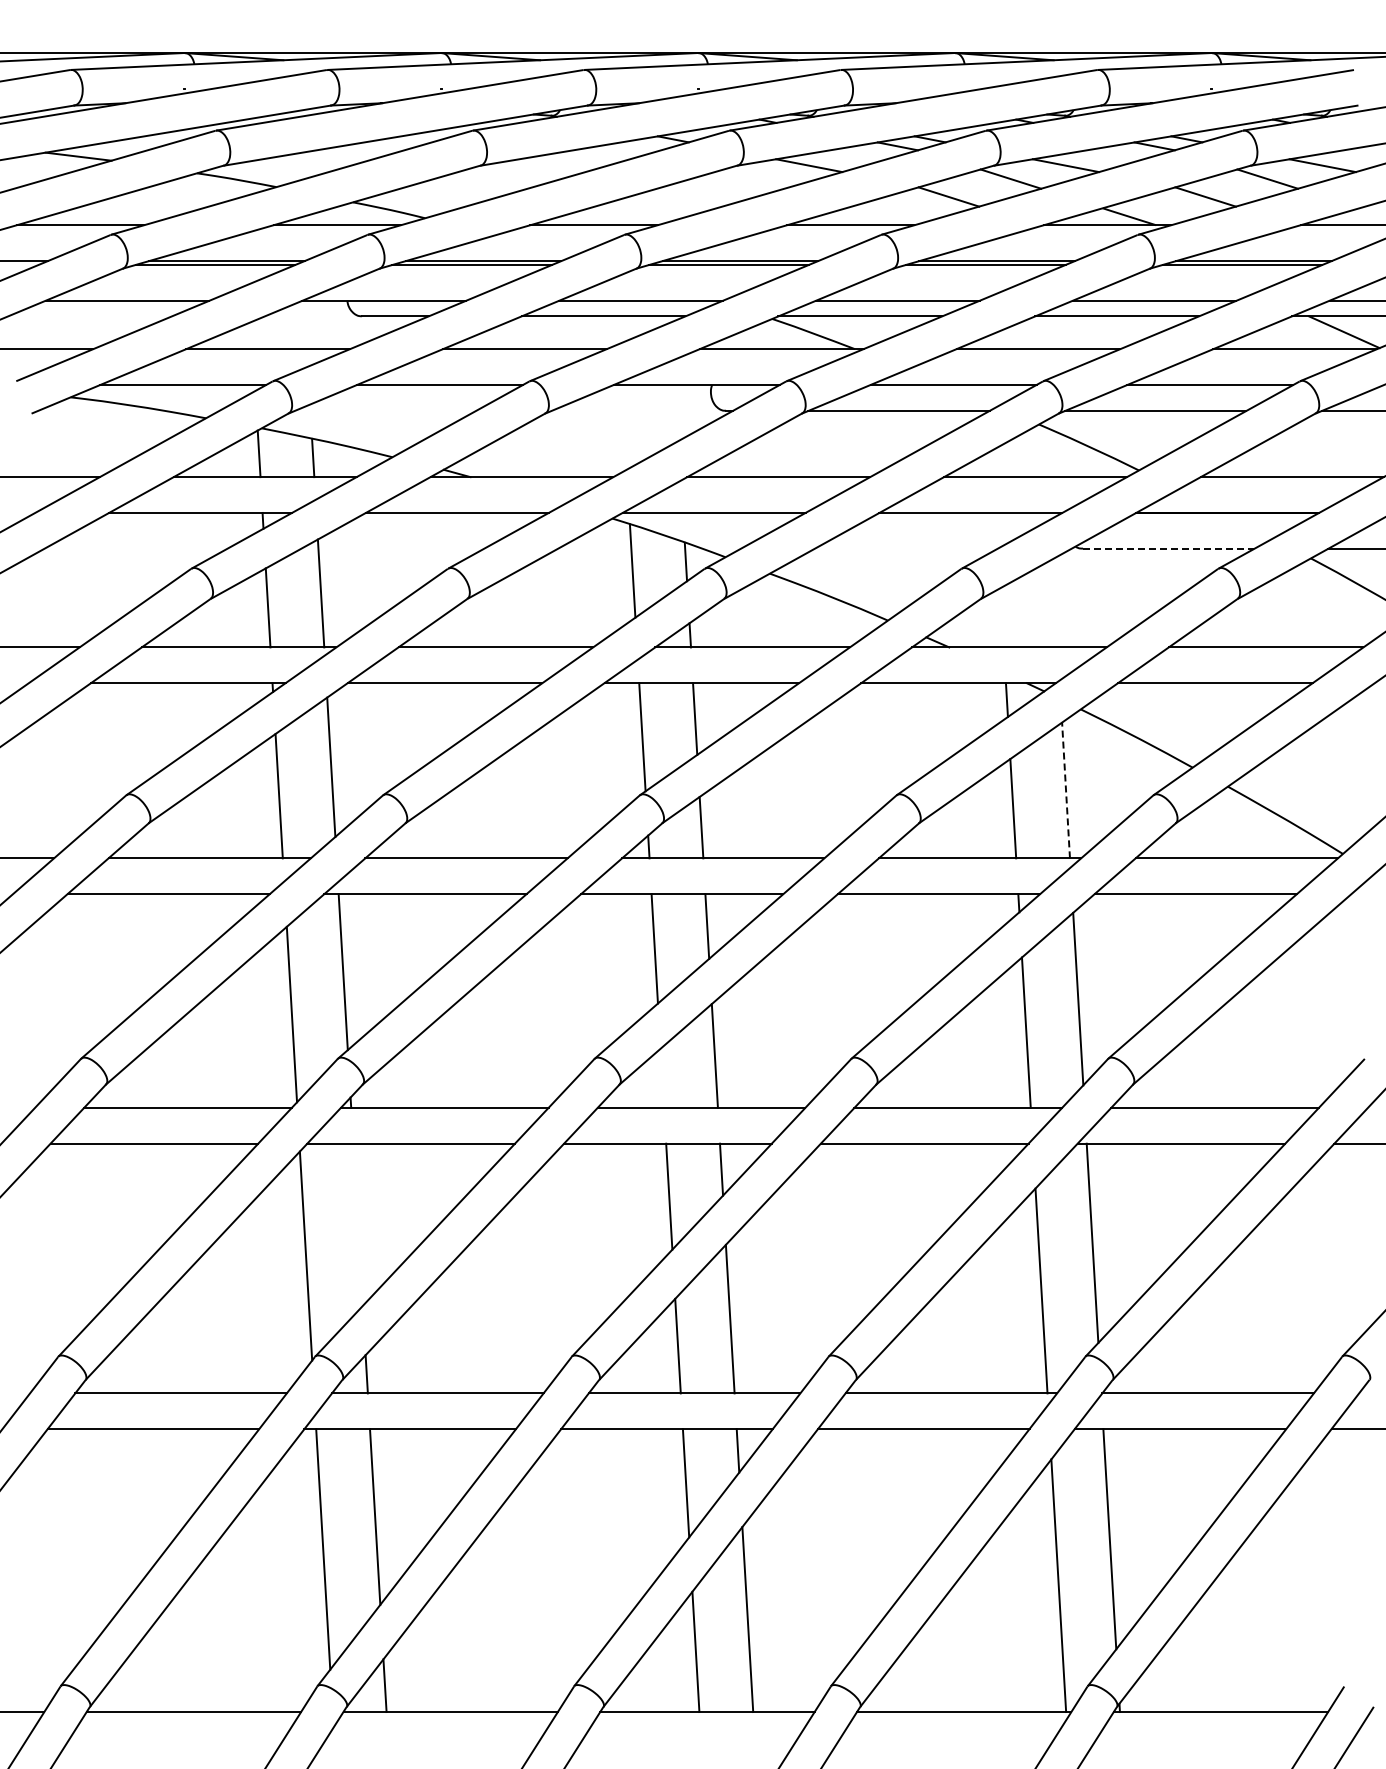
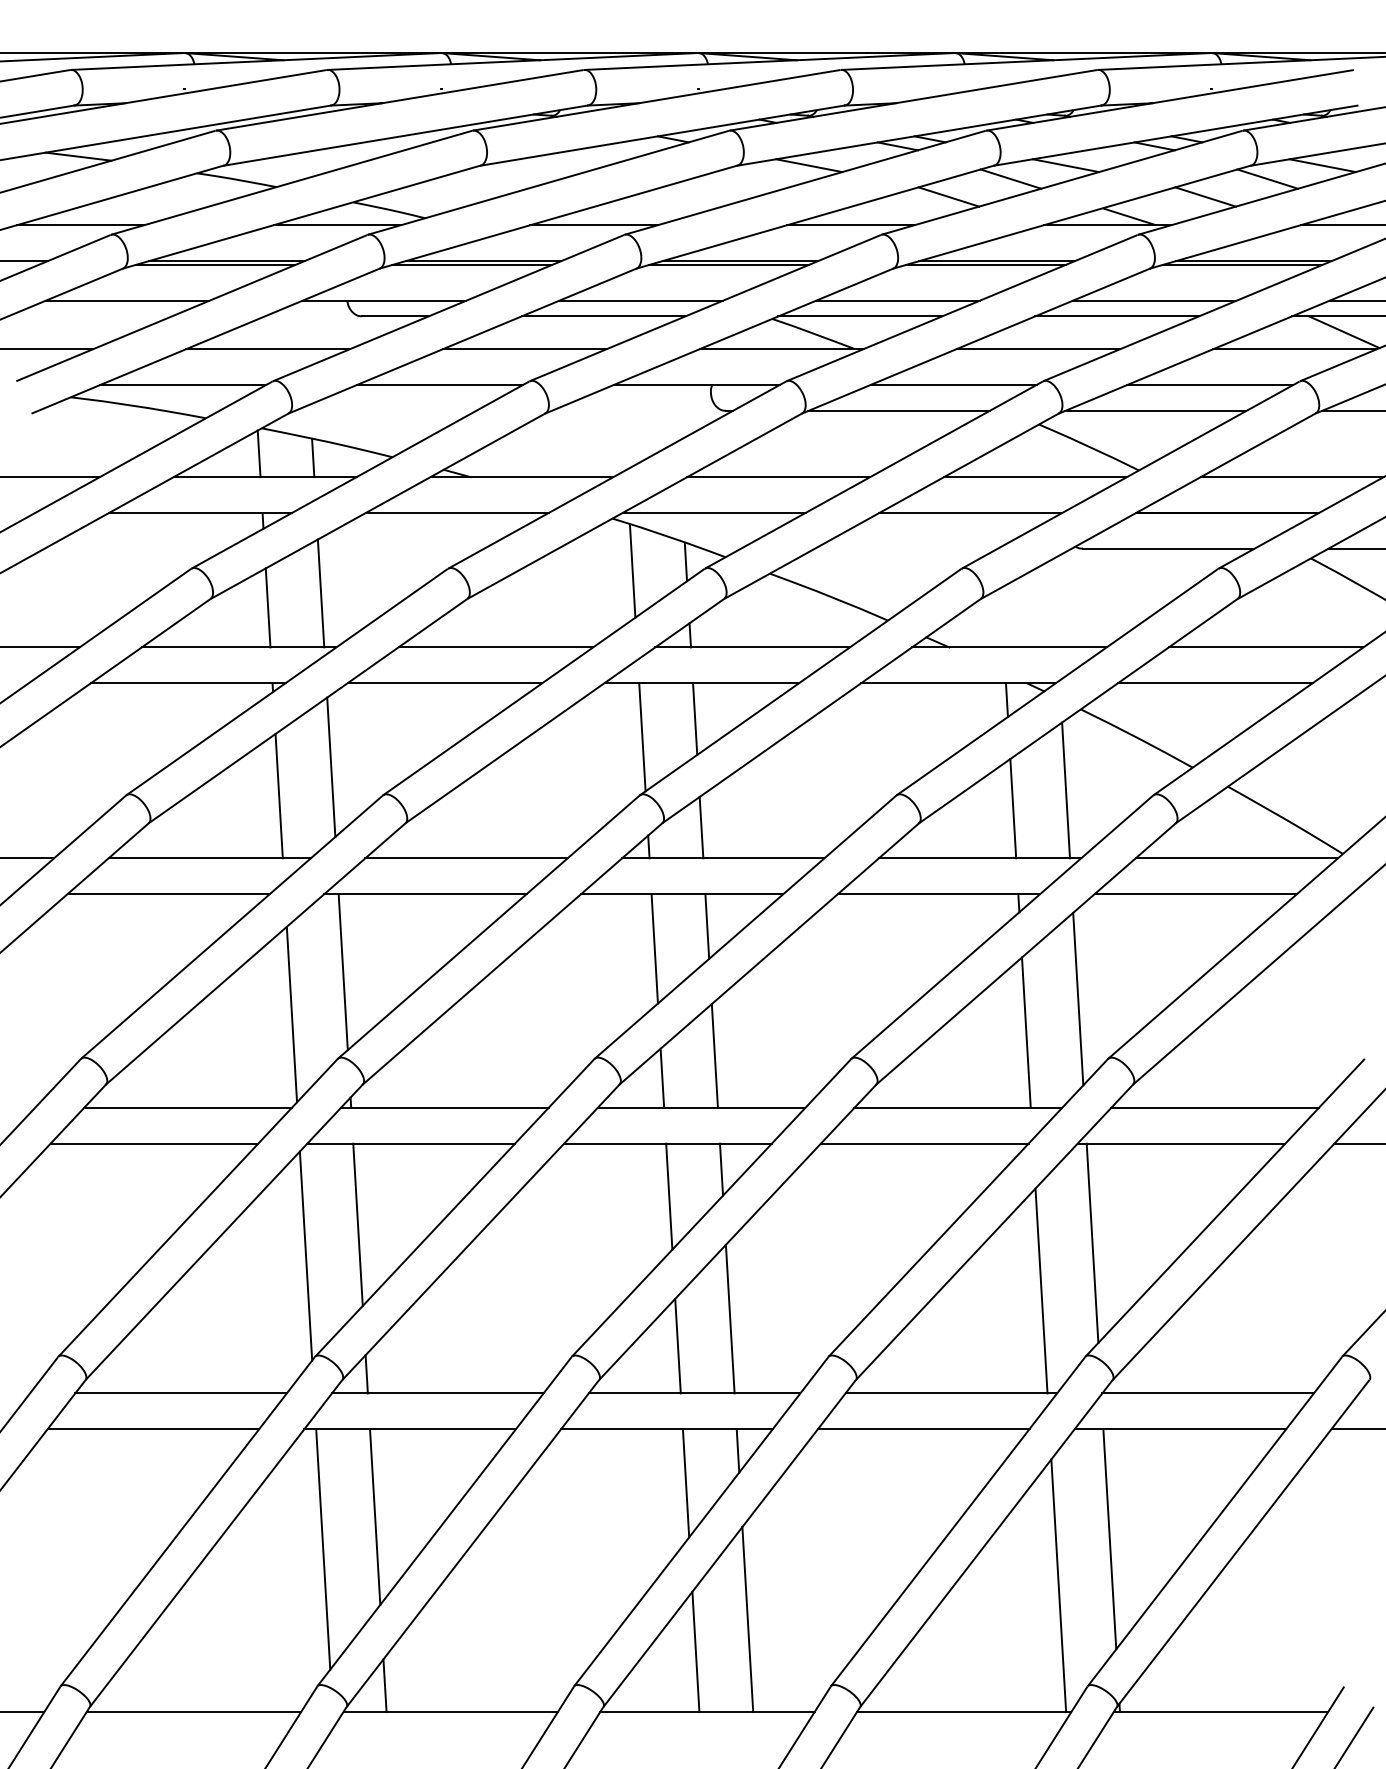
line at (1168, 548): dashed -> solid
line at (1066, 790): dashed -> solid
line at (662, 1077): none -> present
line at (357, 1224): none -> present
